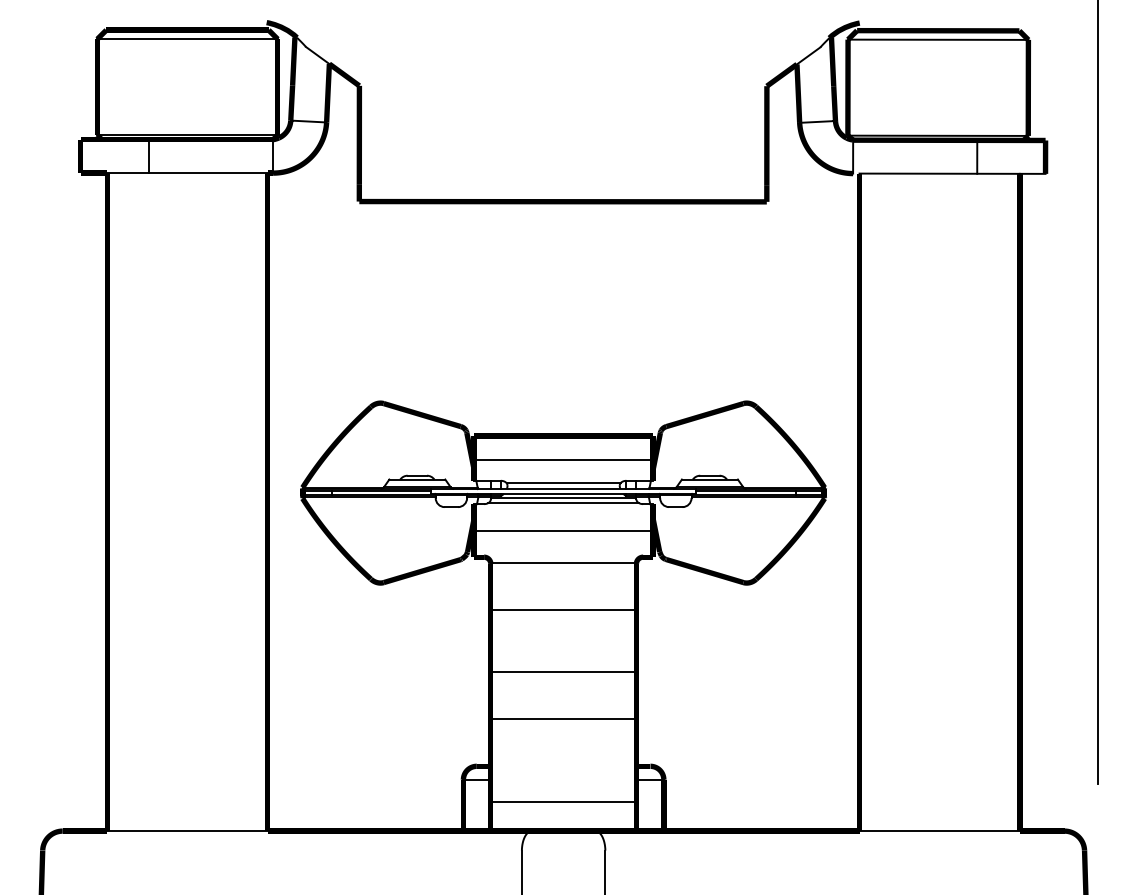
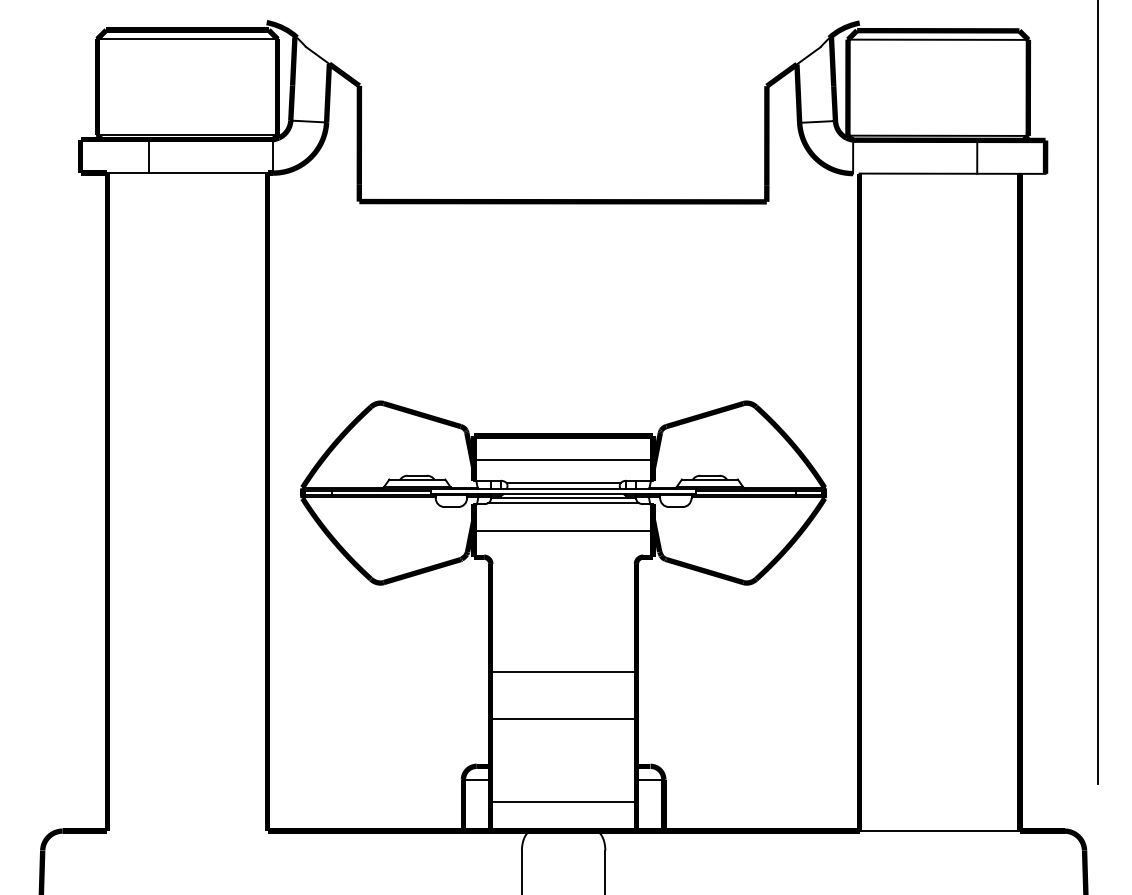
line at (563, 562): present -> none
line at (563, 610): present -> none
line at (187, 831): present -> none
